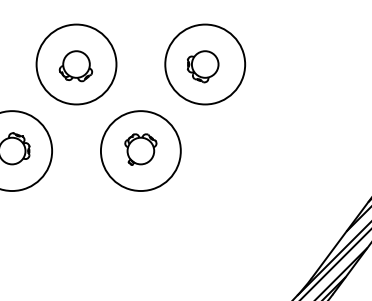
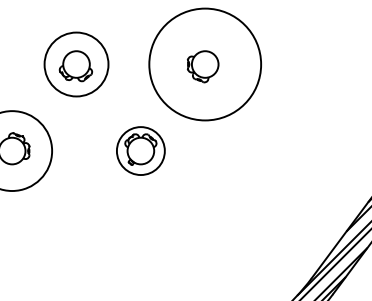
circle at (76, 64) diameter: 80 px -> 64 px
circle at (205, 64) diameter: 80 px -> 112 px
circle at (140, 151) diameter: 80 px -> 48 px
